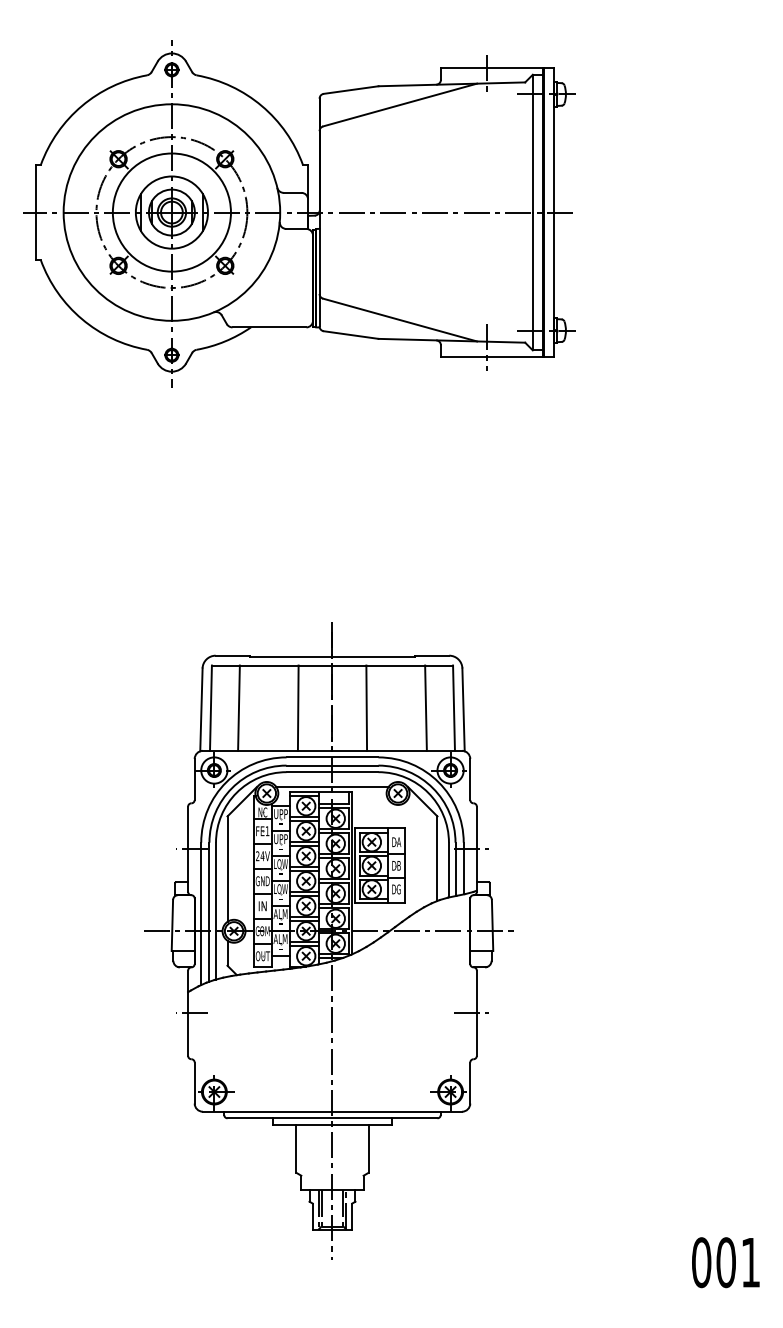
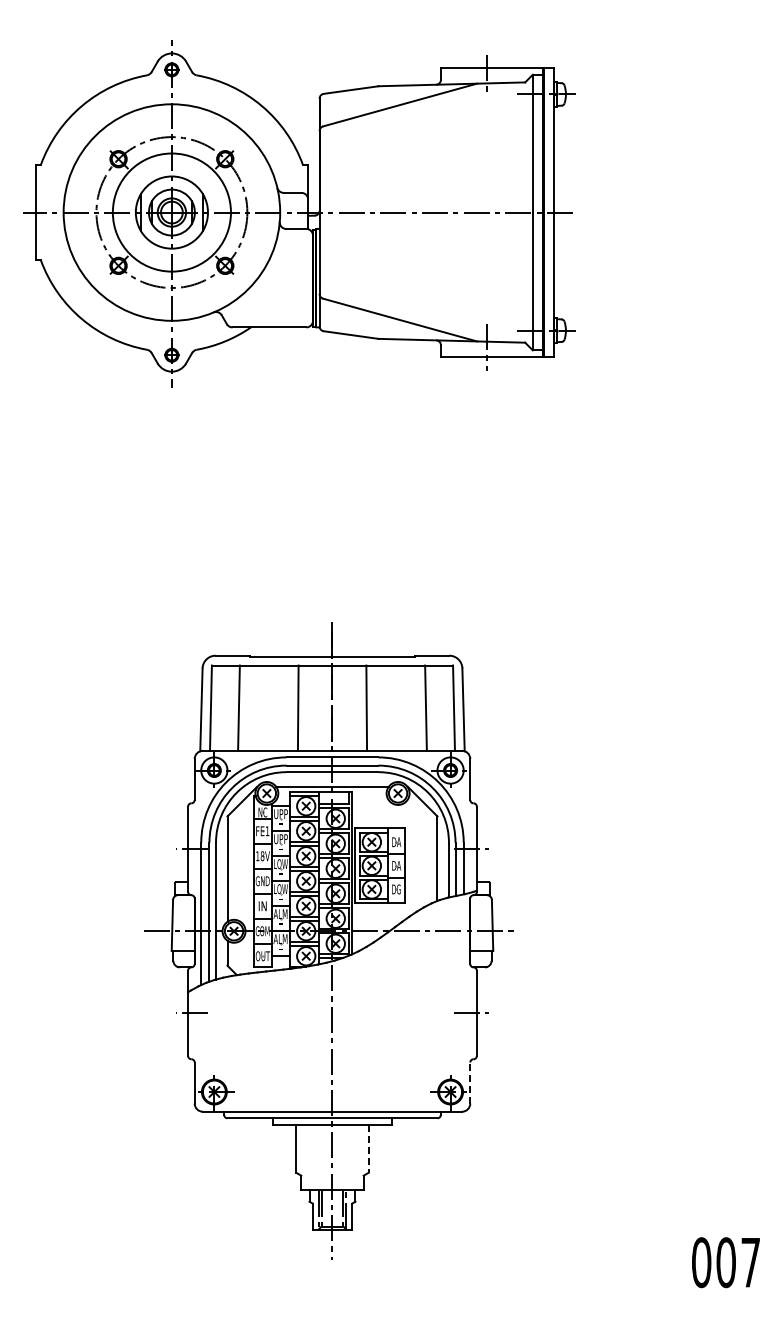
text at (260, 856): 24V -> 18V
text at (399, 865): DB -> DA
line at (470, 1083): solid -> dashed
line at (368, 1148): solid -> dashed
text at (750, 1262): 001 -> 007
